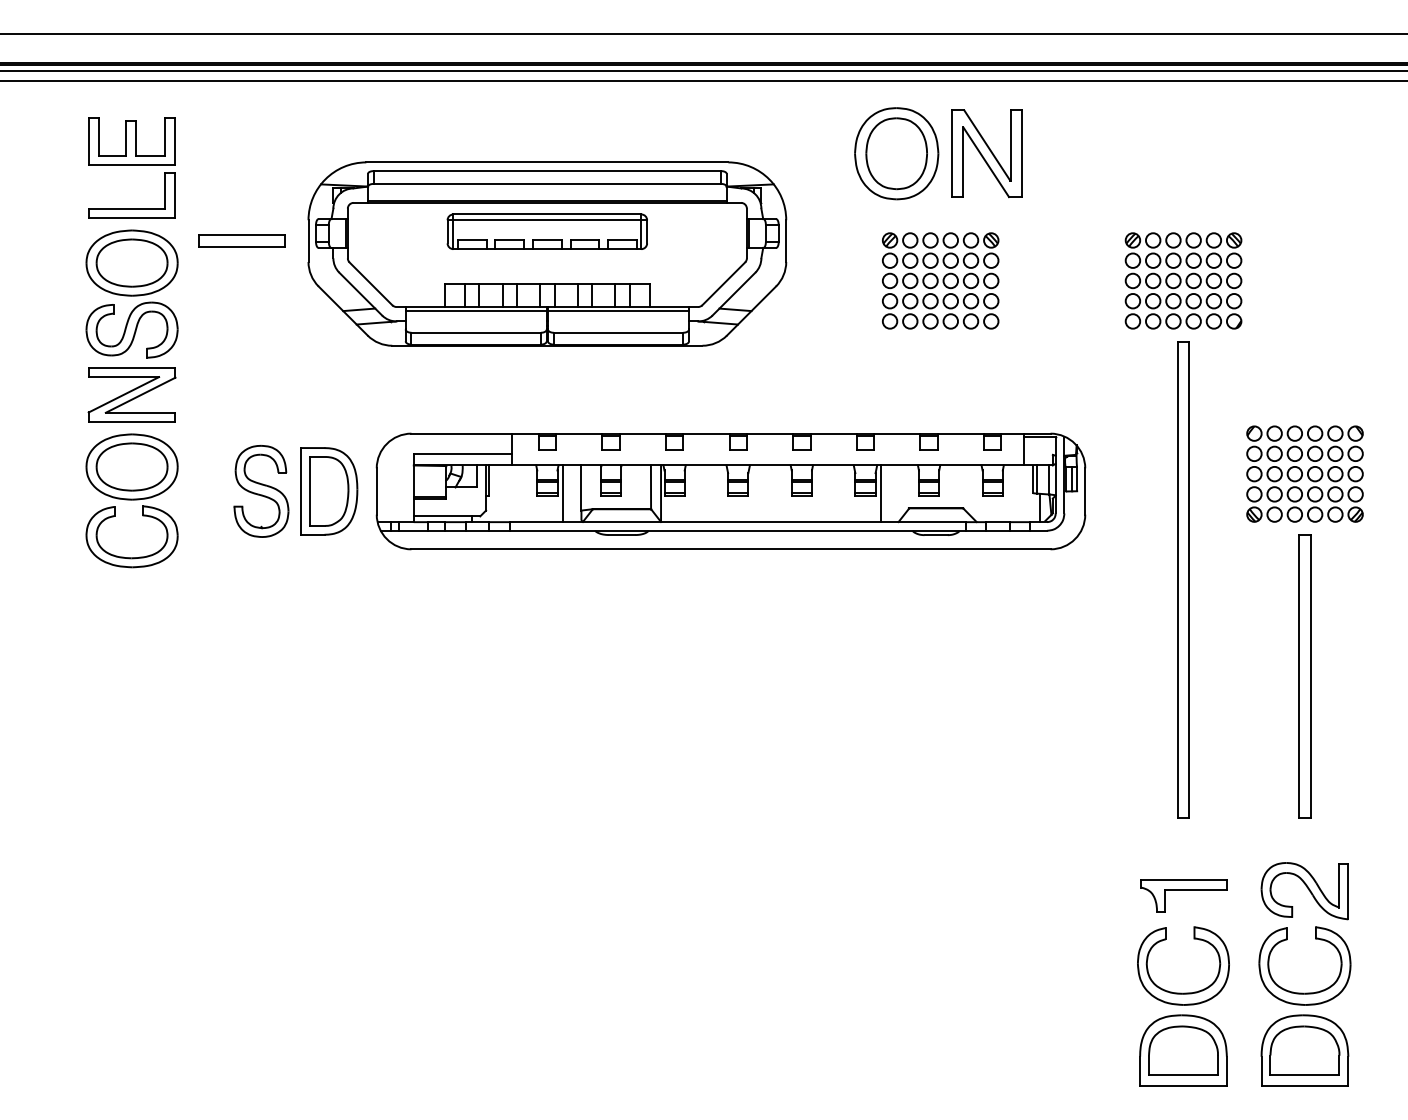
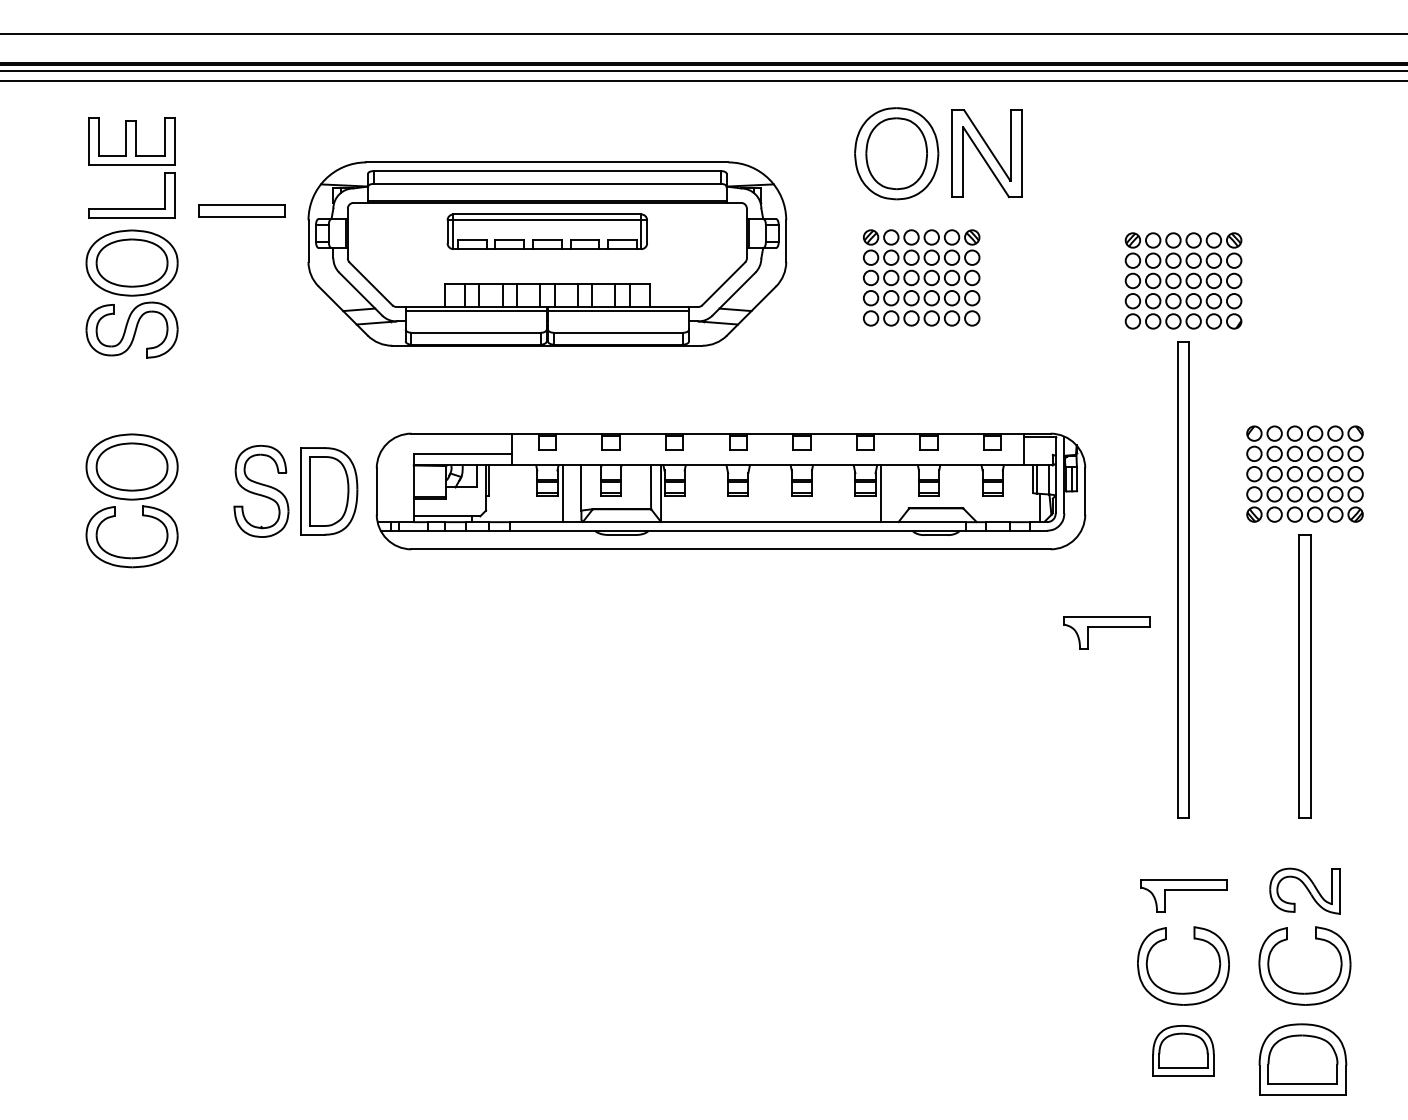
part at (241, 240) position: (241, 240) -> (241, 210)
part at (940, 280) position: (940, 280) -> (921, 277)
part at (131, 394): present -> none
part at (1106, 632): none -> present
part at (1304, 891) size: 89x59 px -> 72x48 px
part at (1183, 1050) size: 89x73 px -> 63x52 px
part at (1304, 1050) position: (1304, 1050) -> (1302, 1059)
